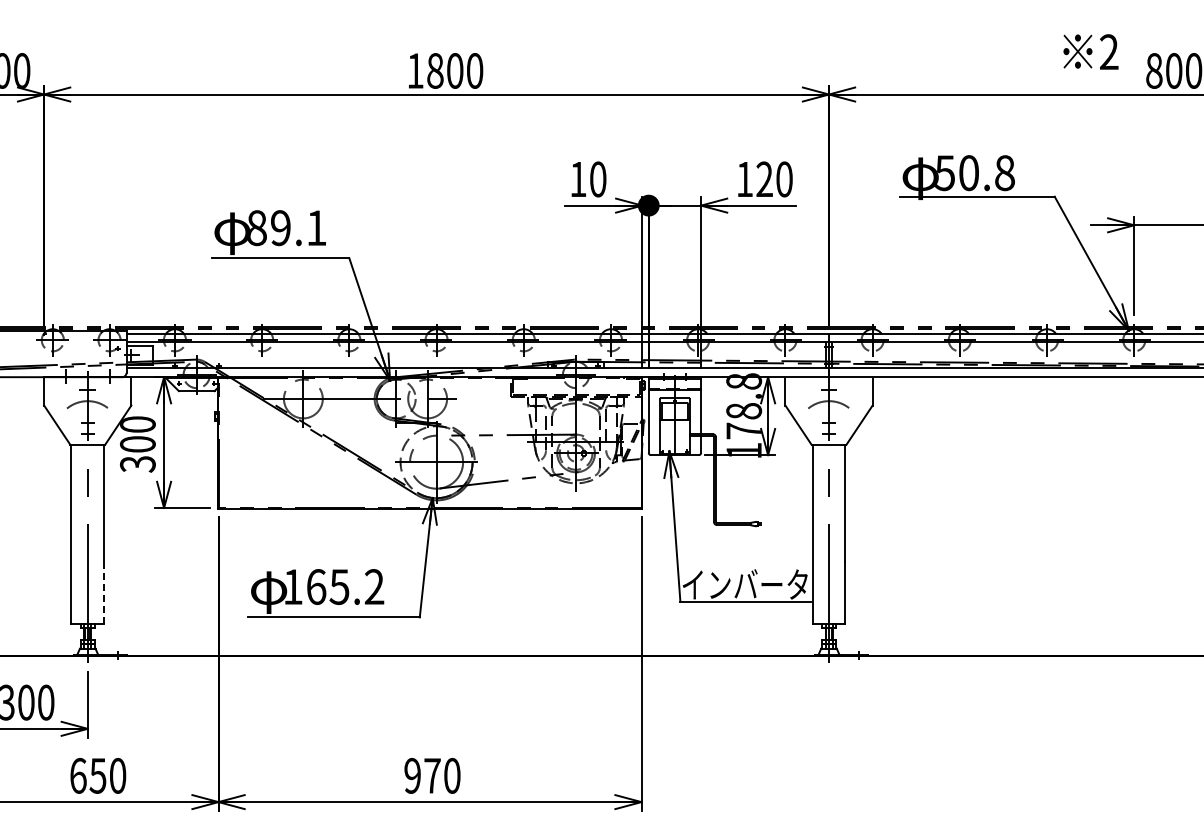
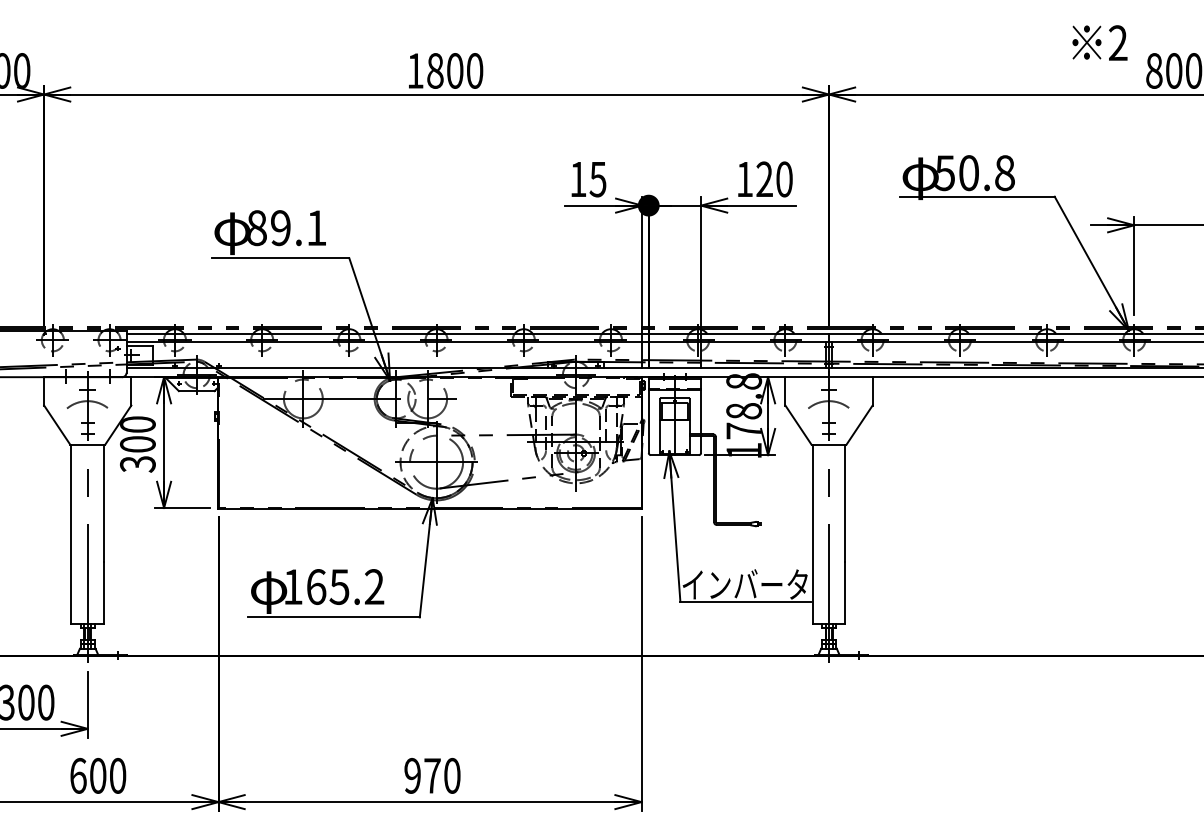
text at (1090, 51) position: (1090, 51) -> (1099, 42)
text at (597, 179): 10 -> 15
line at (104, 592): dashed -> solid
text at (97, 775): 650 -> 600
